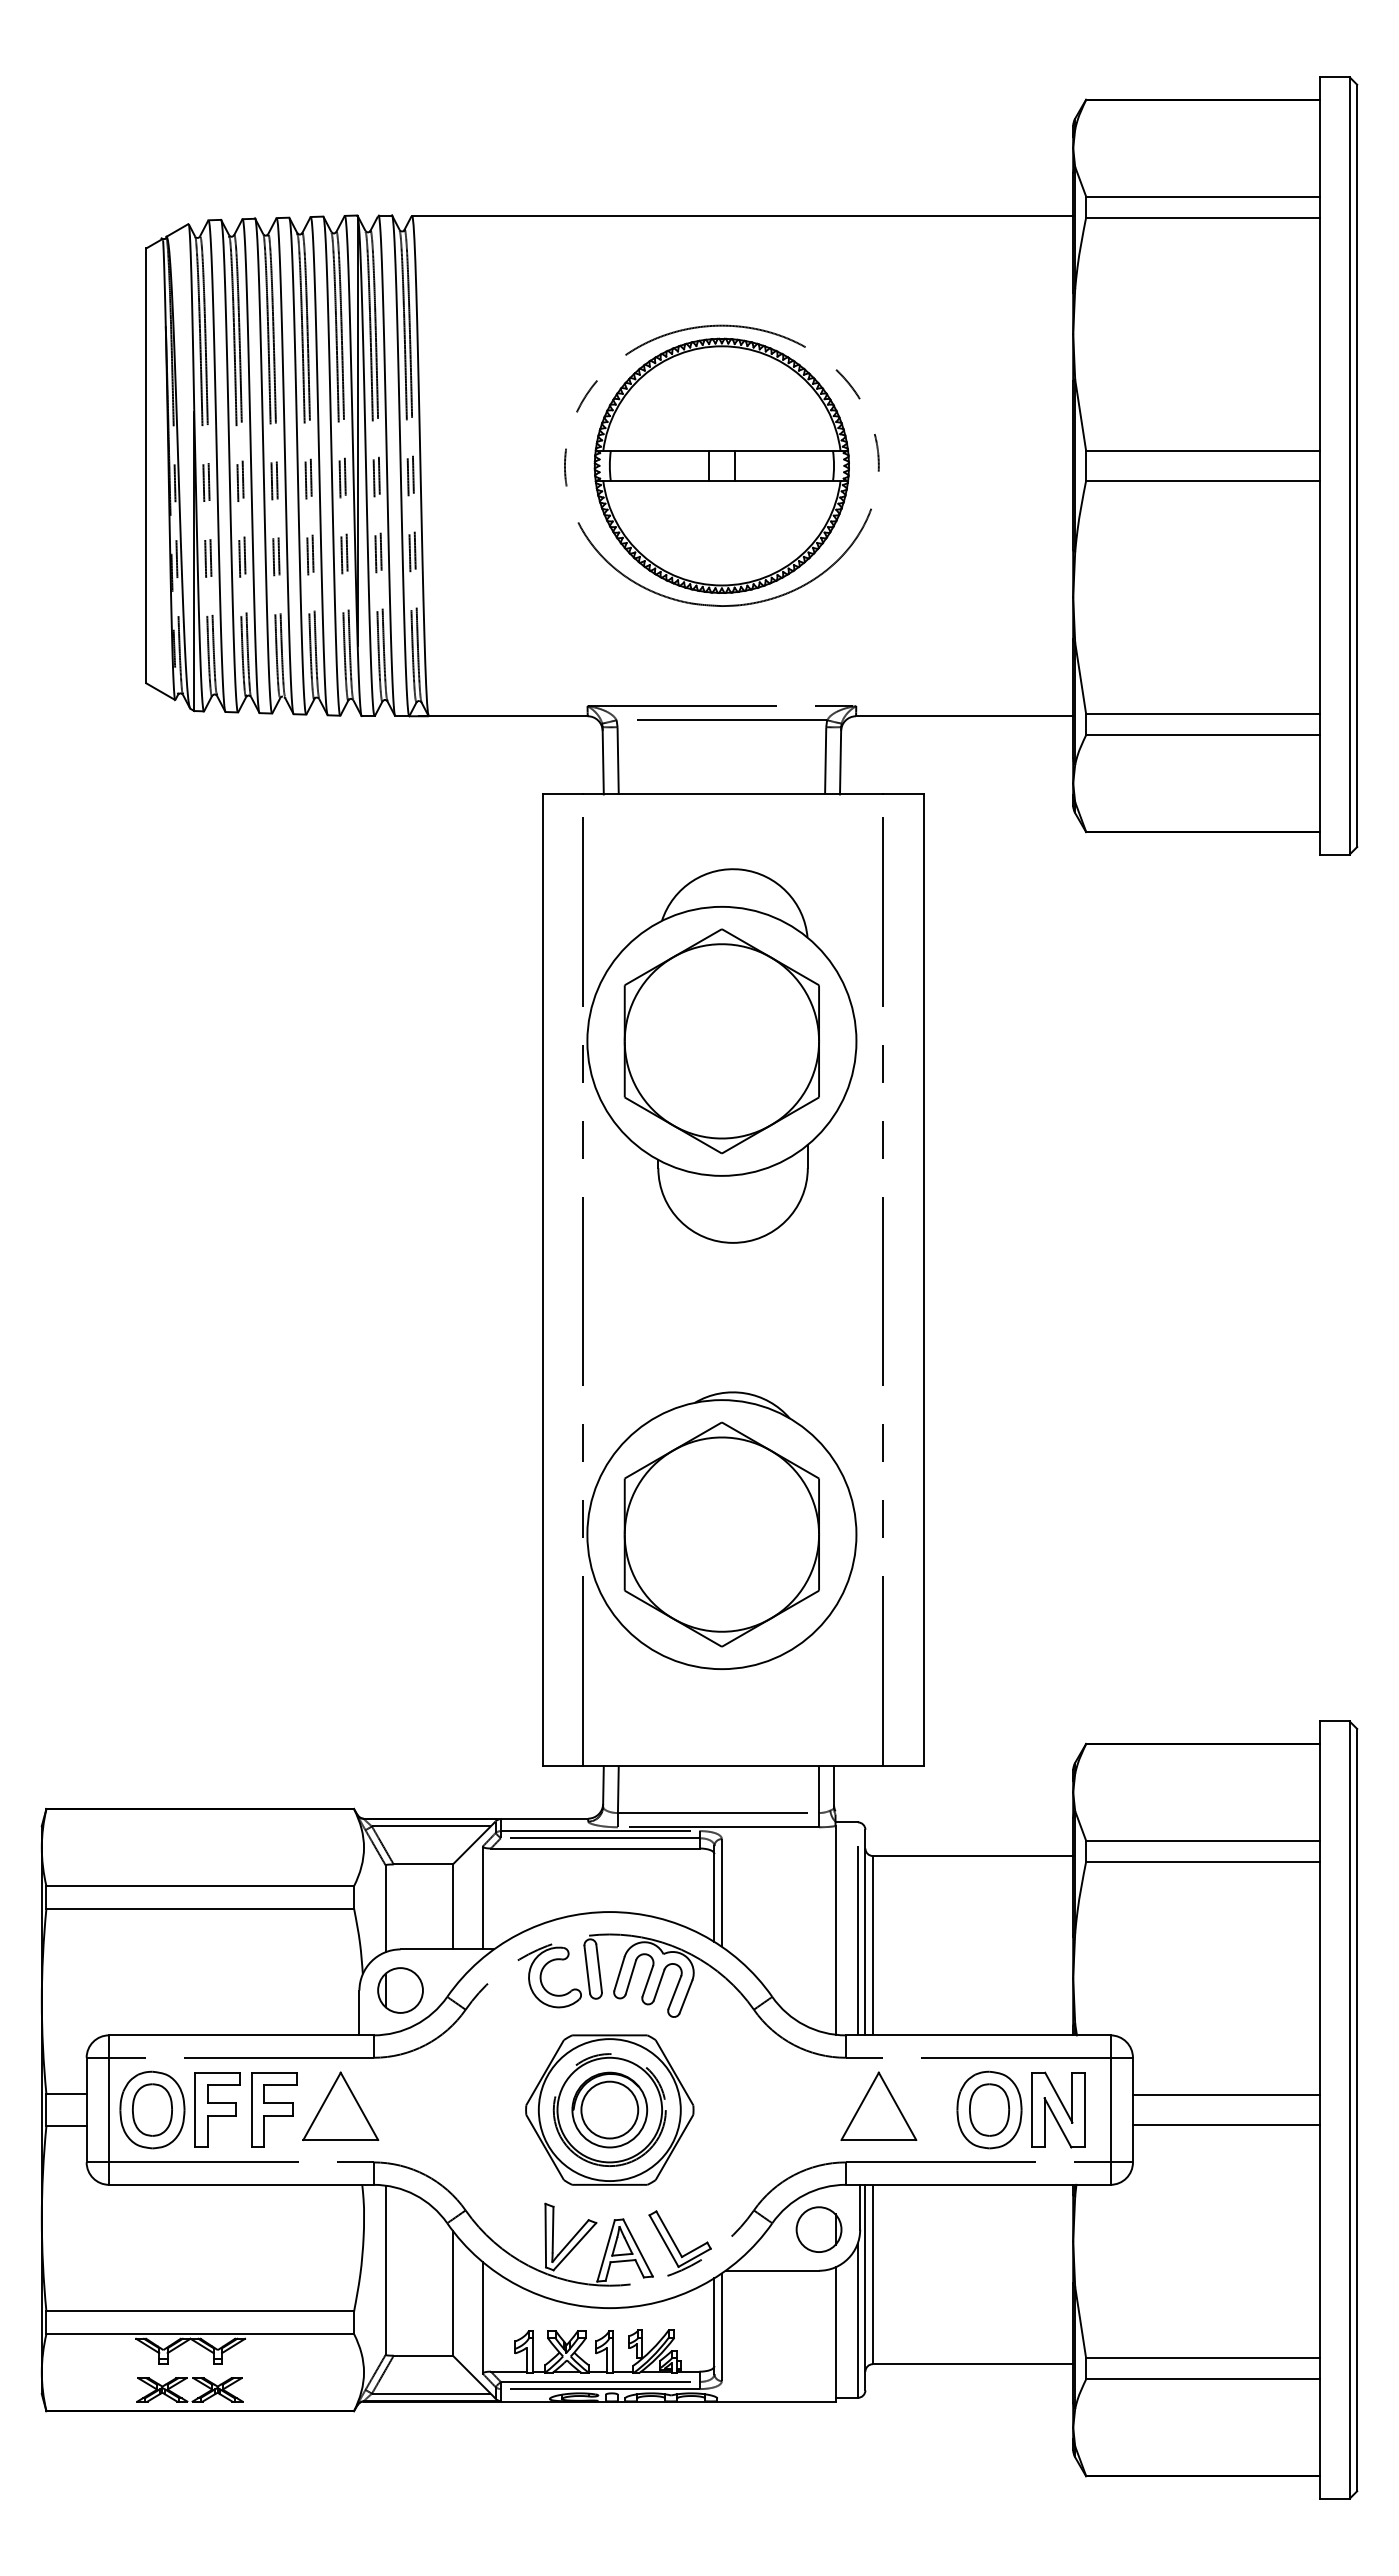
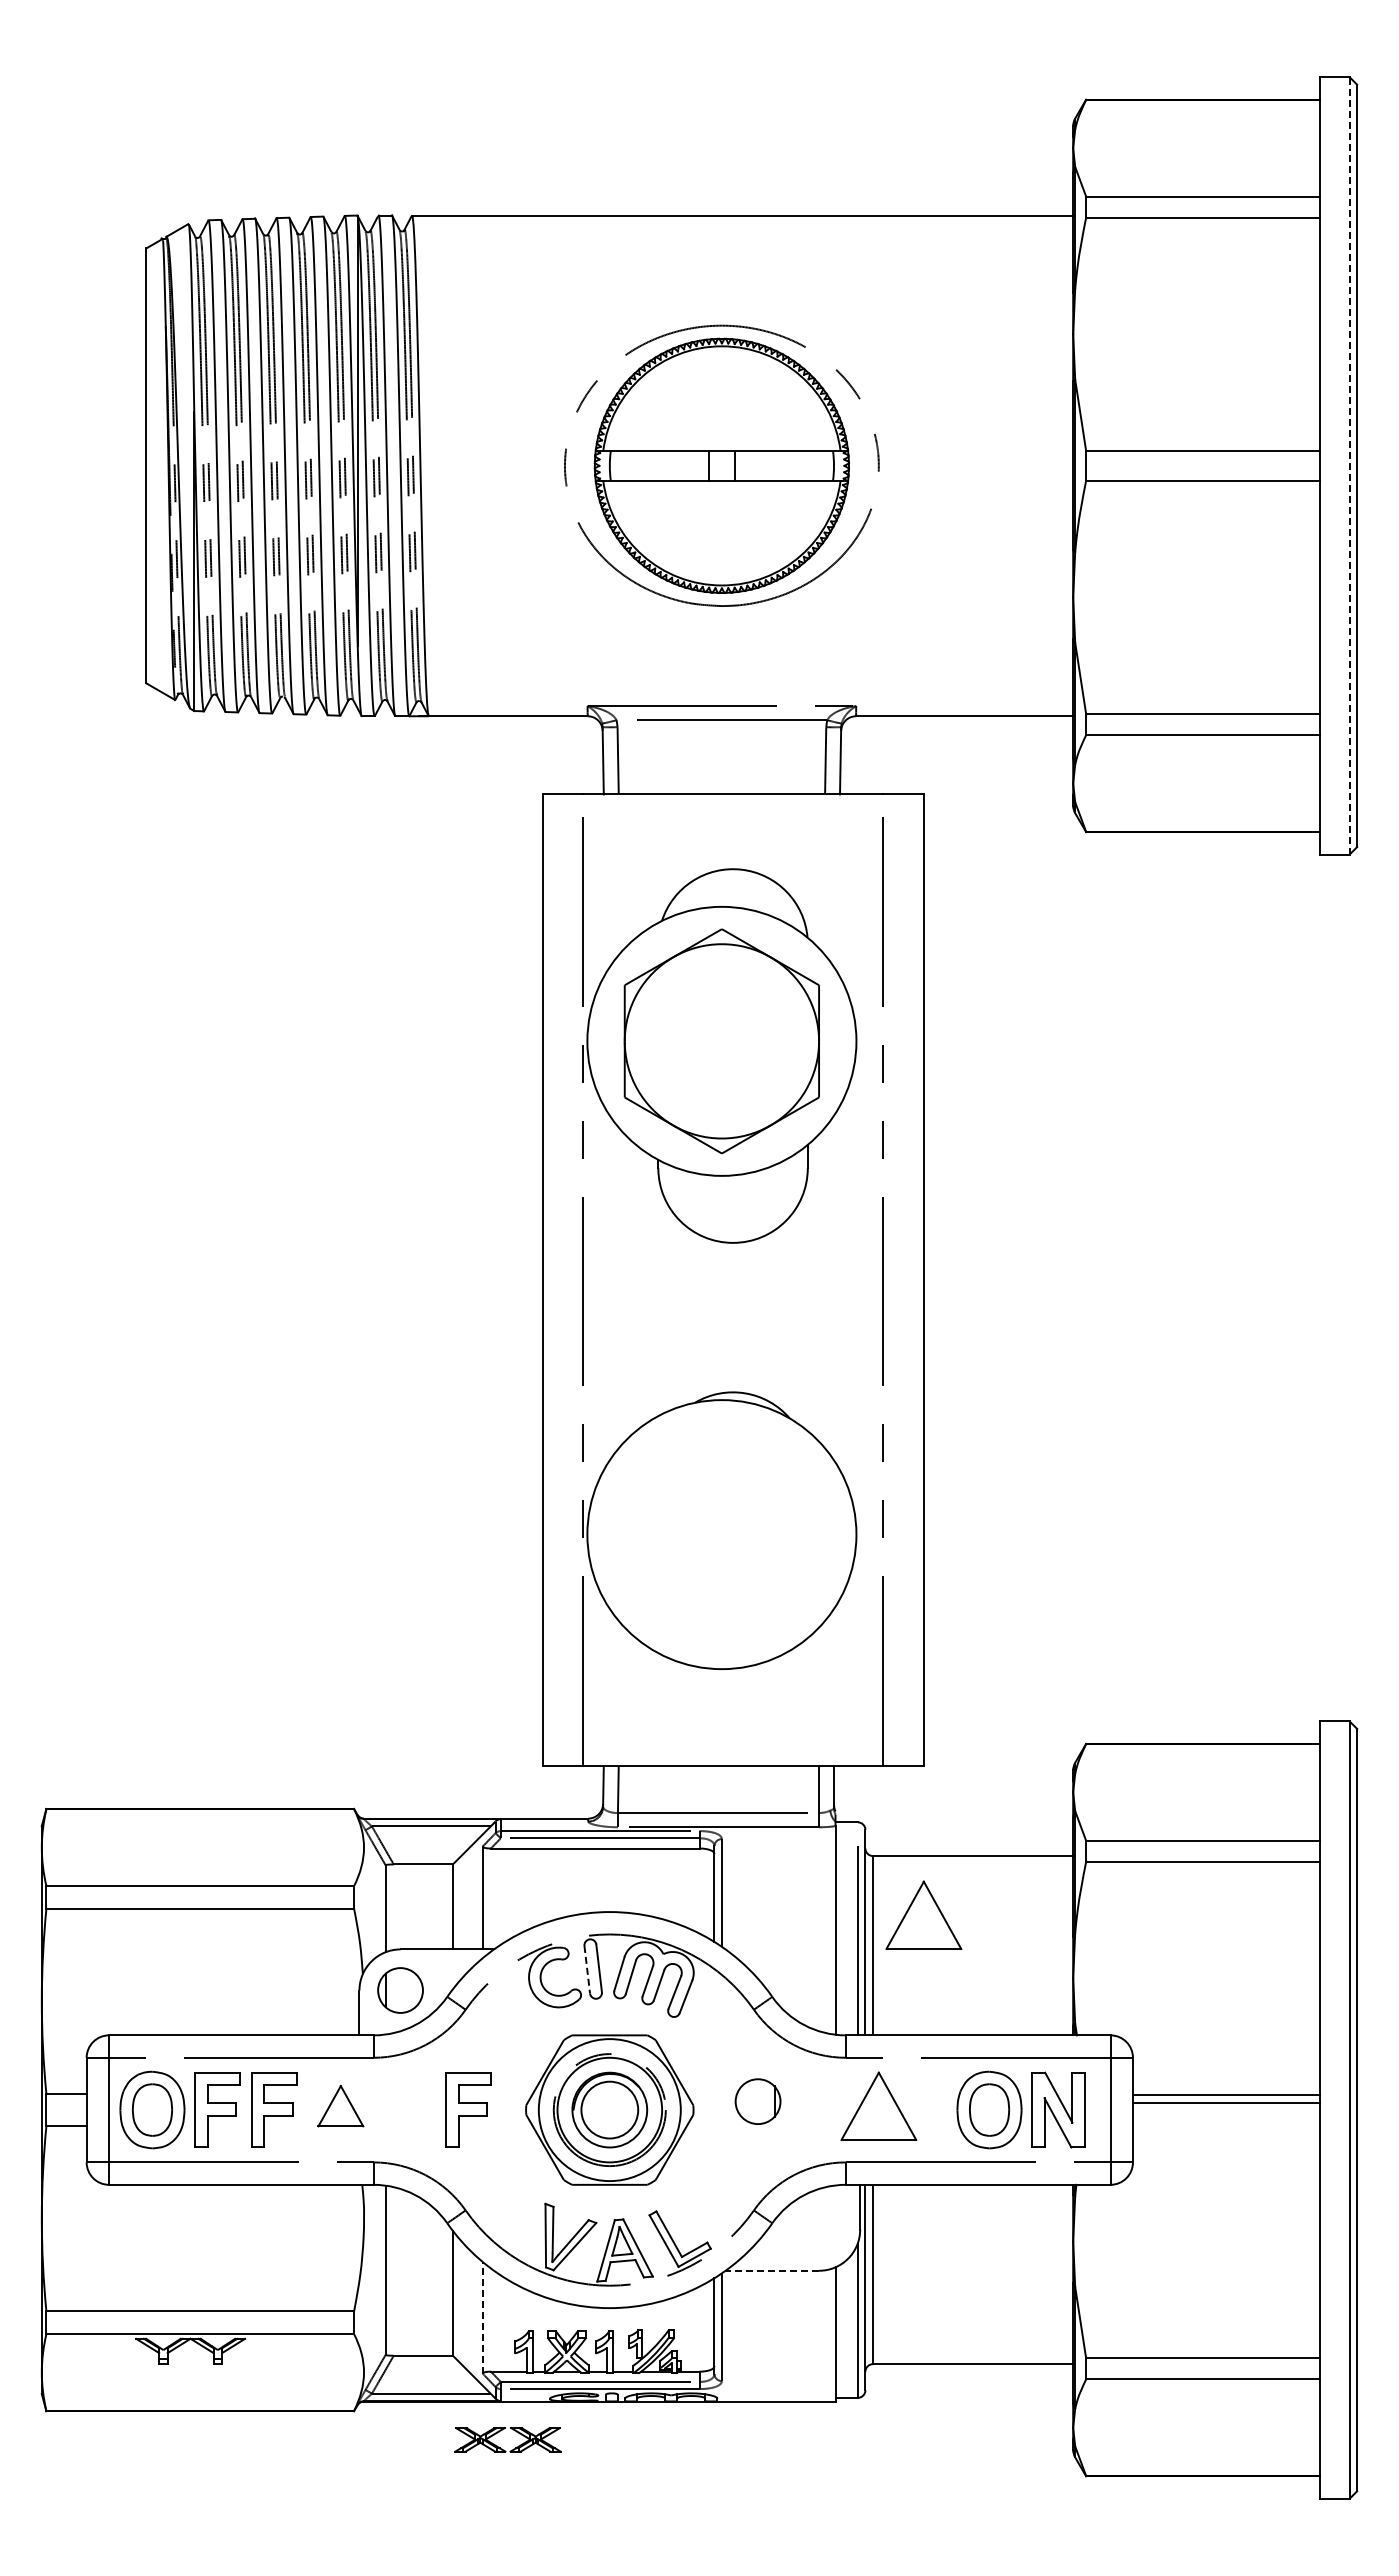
line at (1349, 465): solid -> dashed
part at (721, 1534): present -> none
part at (923, 1914): none -> present
line at (587, 1969): solid -> dashed
part at (340, 2105) size: 78x70 px -> 48x43 px
part at (468, 2109): none -> present
line at (1225, 2125) position: (1225, 2125) -> (1225, 2103)
part at (818, 2229) position: (818, 2229) -> (757, 2101)
line at (772, 2270): solid -> dashed
line at (482, 2317): solid -> dashed
part at (183, 2381) position: (183, 2381) -> (501, 2431)
